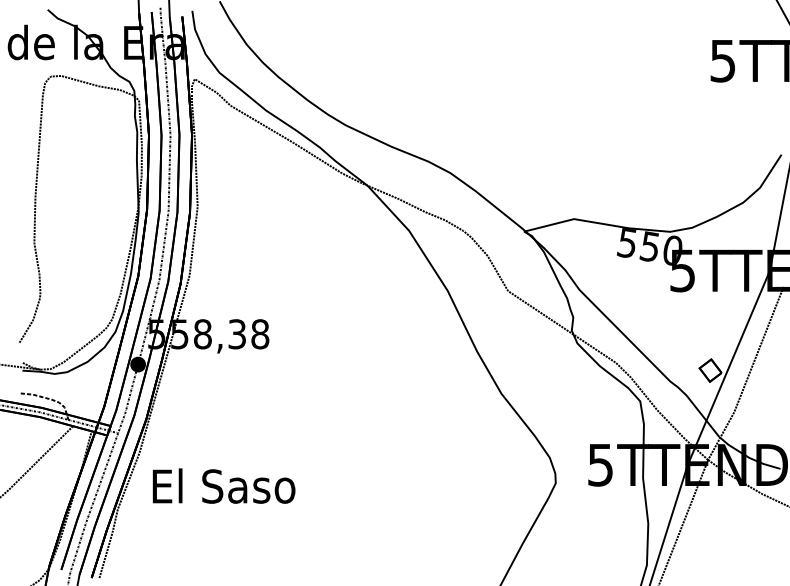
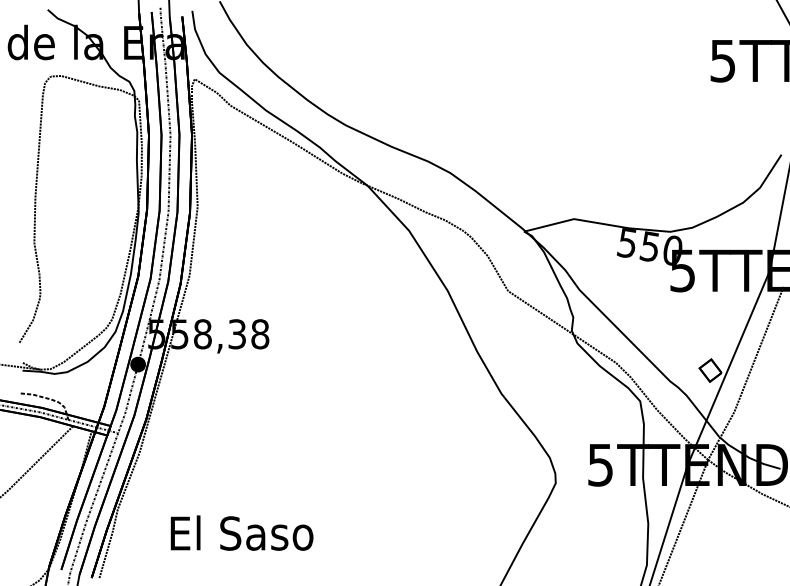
text at (223, 485) position: (223, 485) -> (241, 532)
